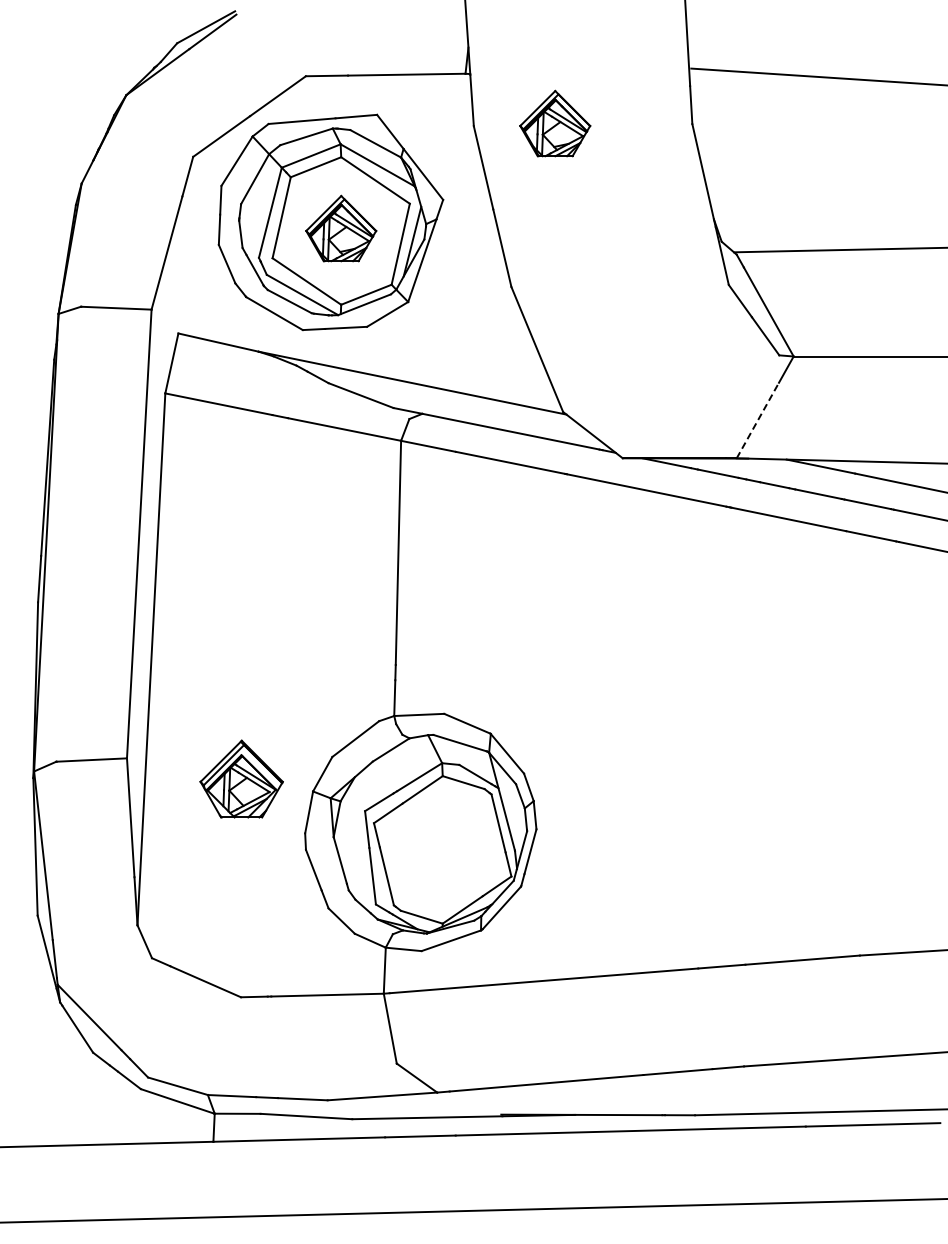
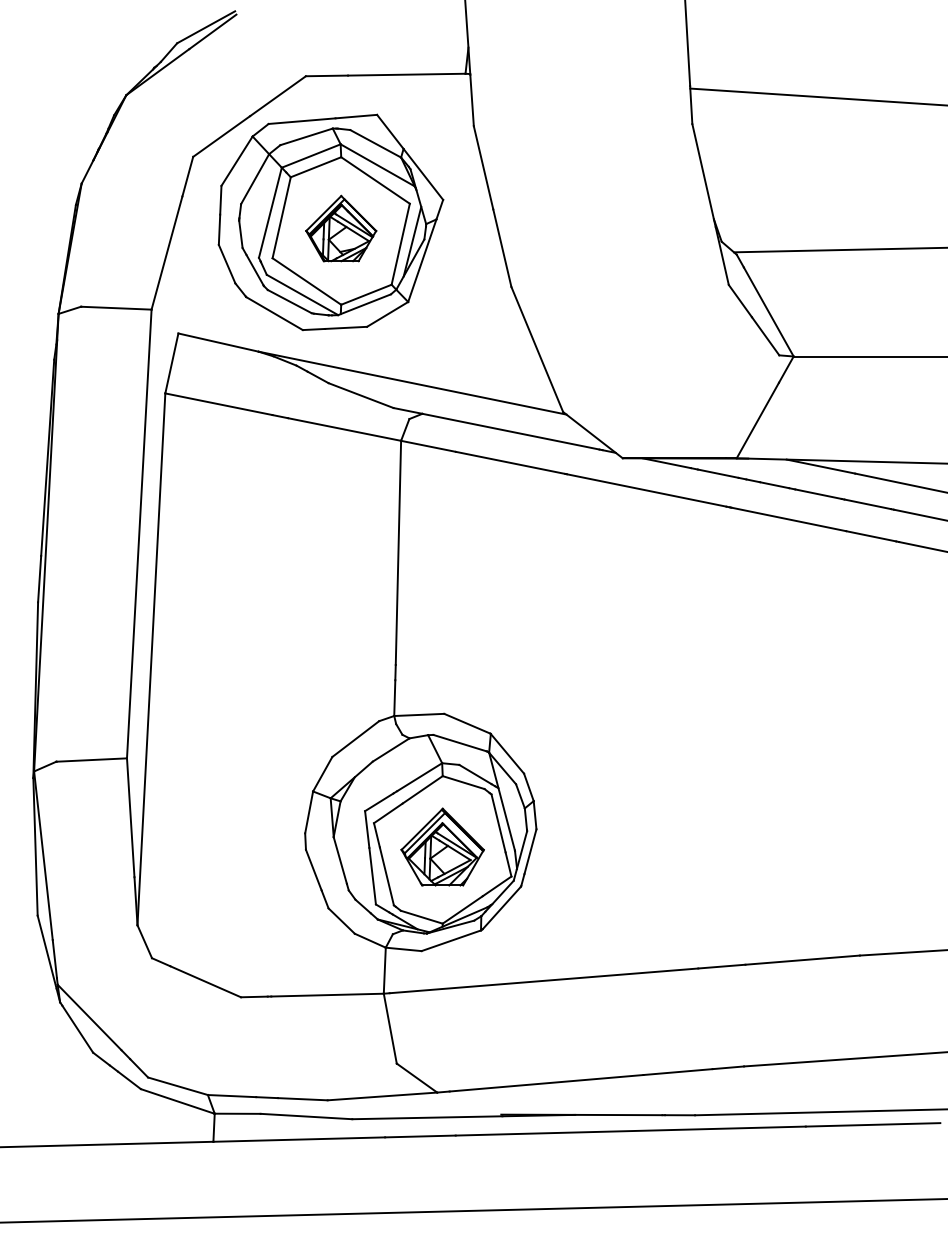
line at (817, 76) position: (817, 76) -> (817, 96)
part at (555, 123): present -> none
line at (758, 420): dashed -> solid
part at (241, 778) position: (241, 778) -> (442, 846)
